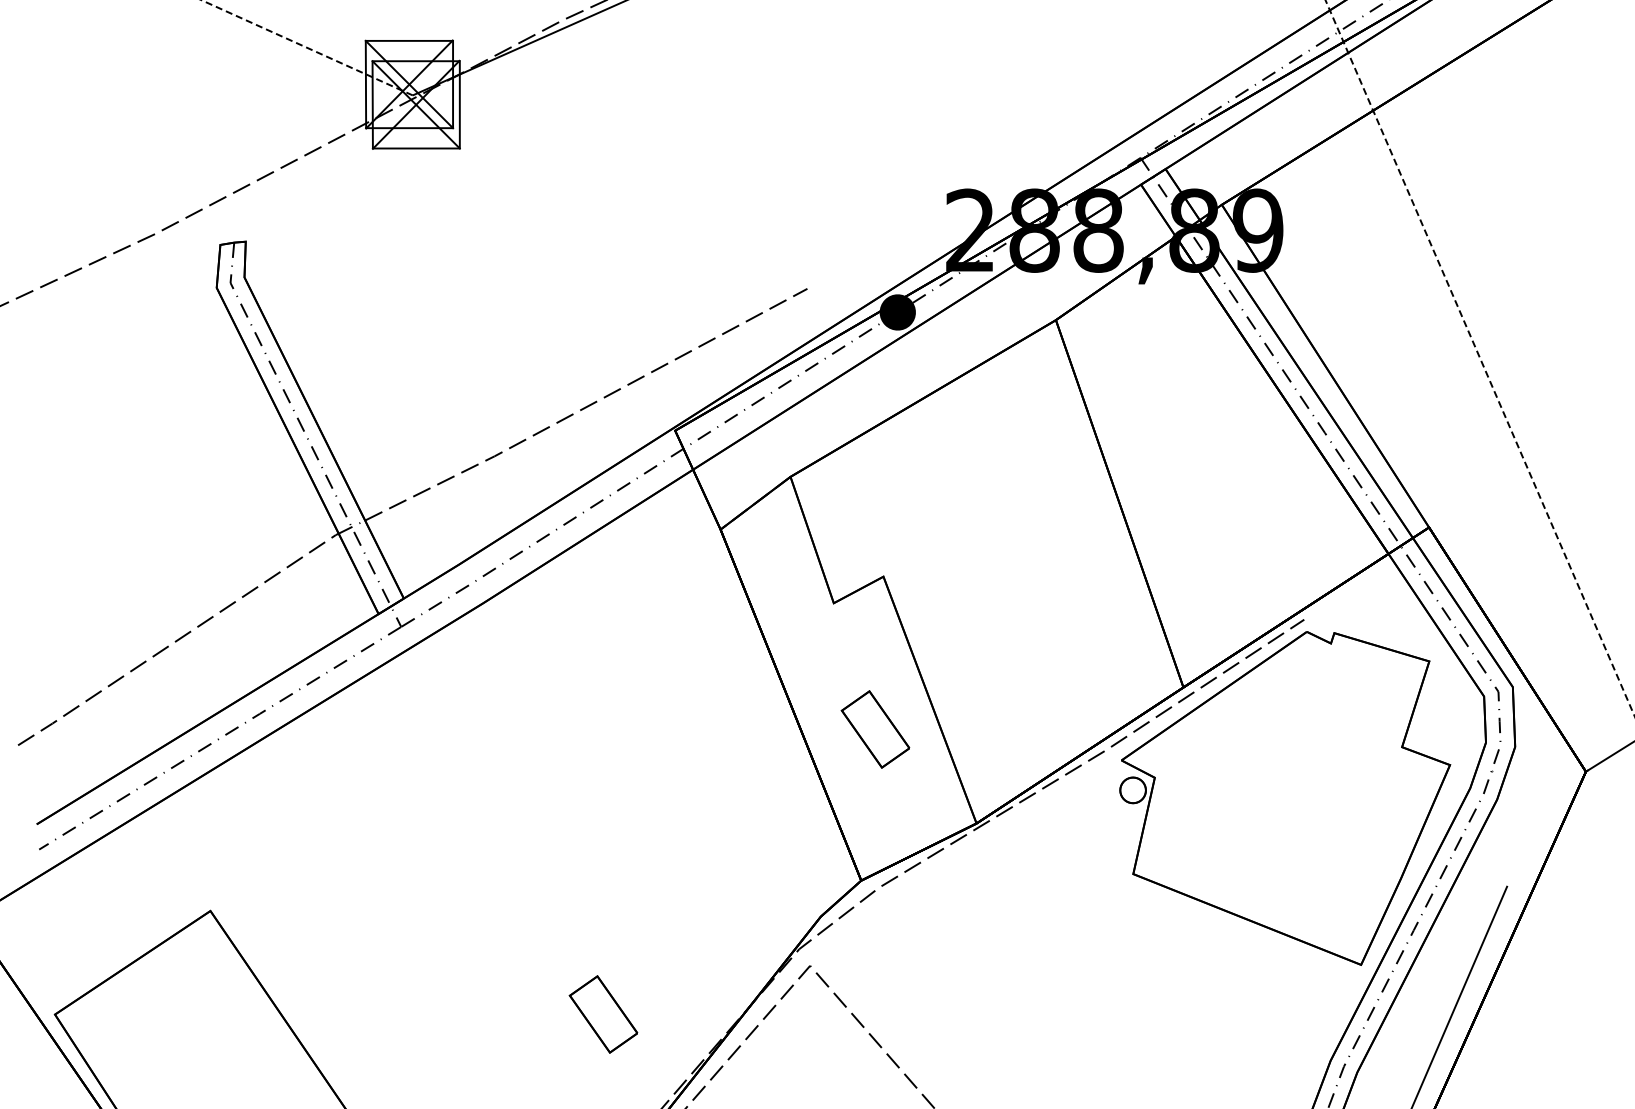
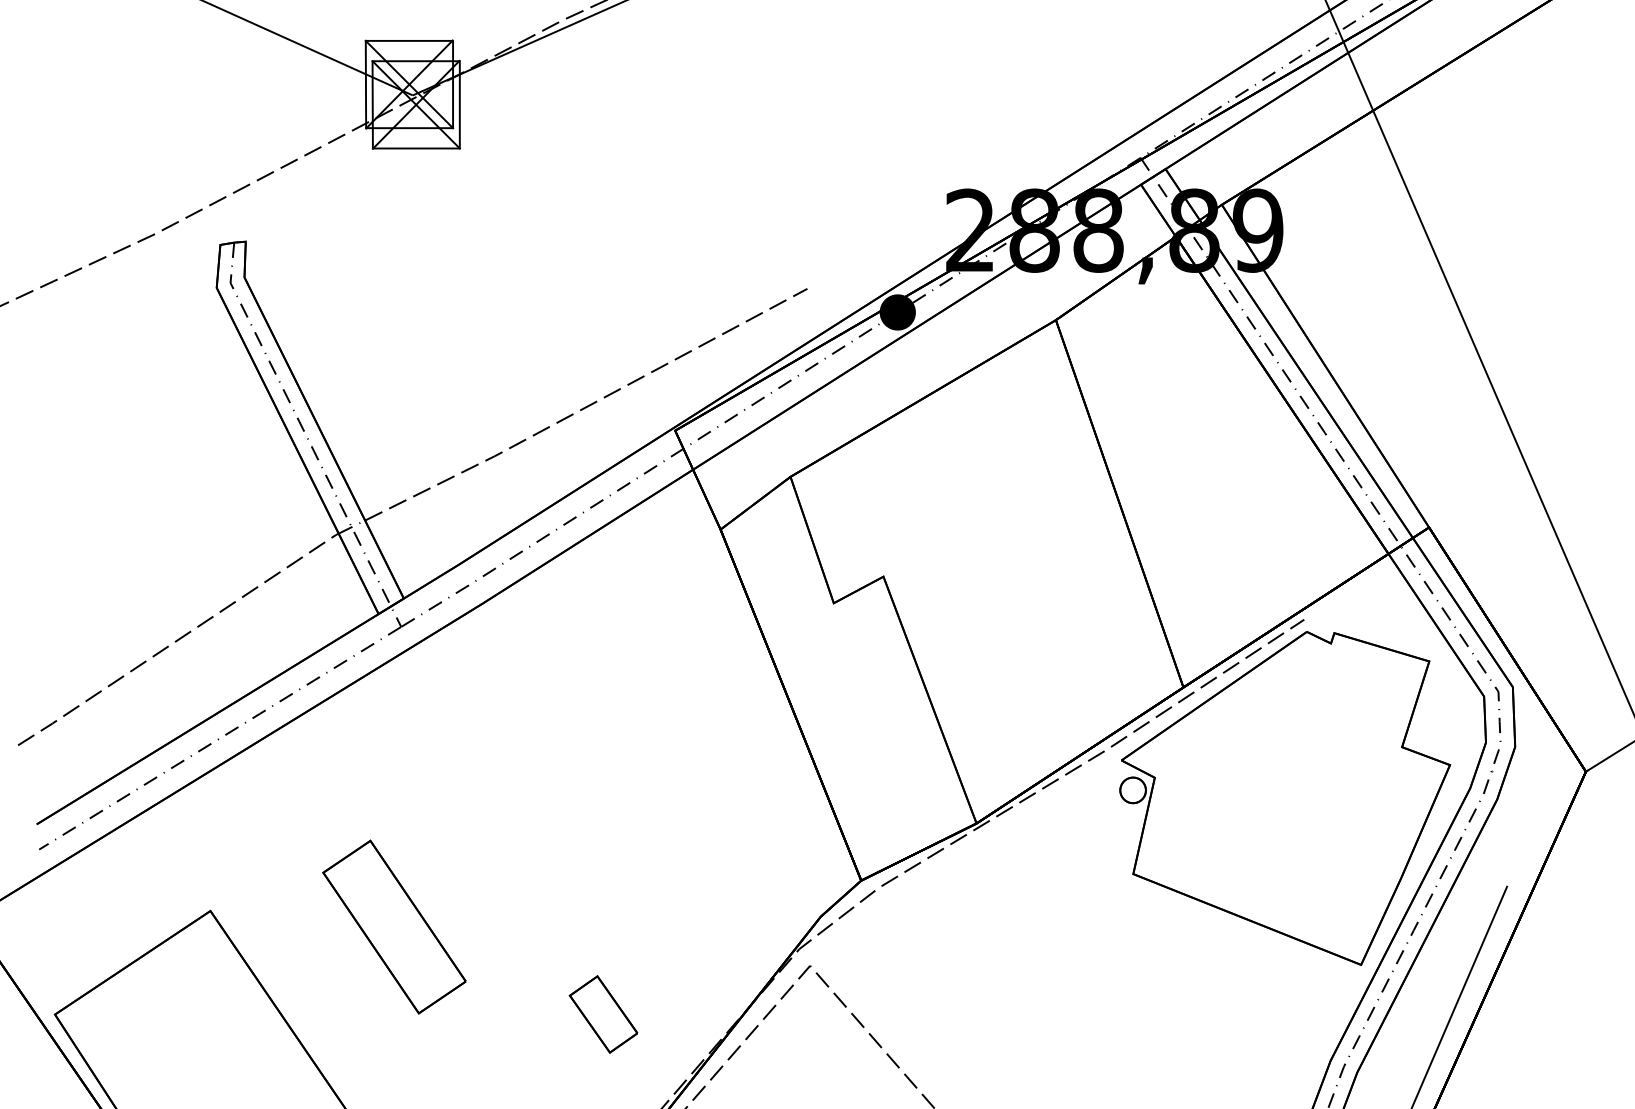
line at (307, 47): dashed -> solid
line at (1480, 358): dashed -> solid
part at (875, 729): present -> none
part at (394, 926): none -> present
